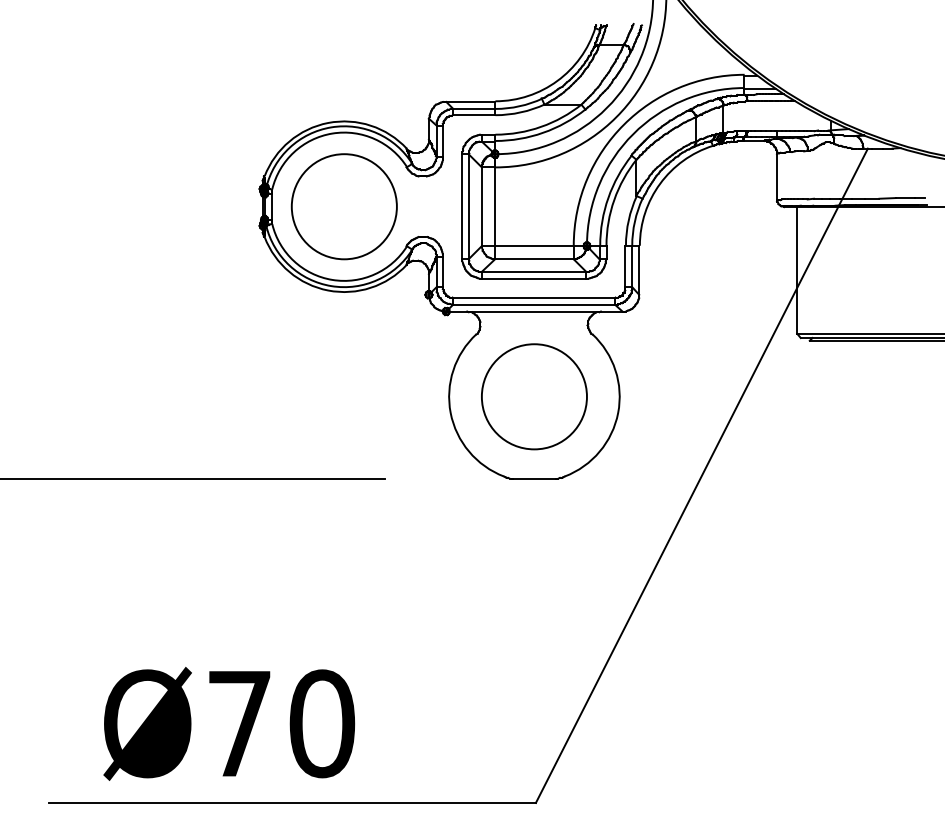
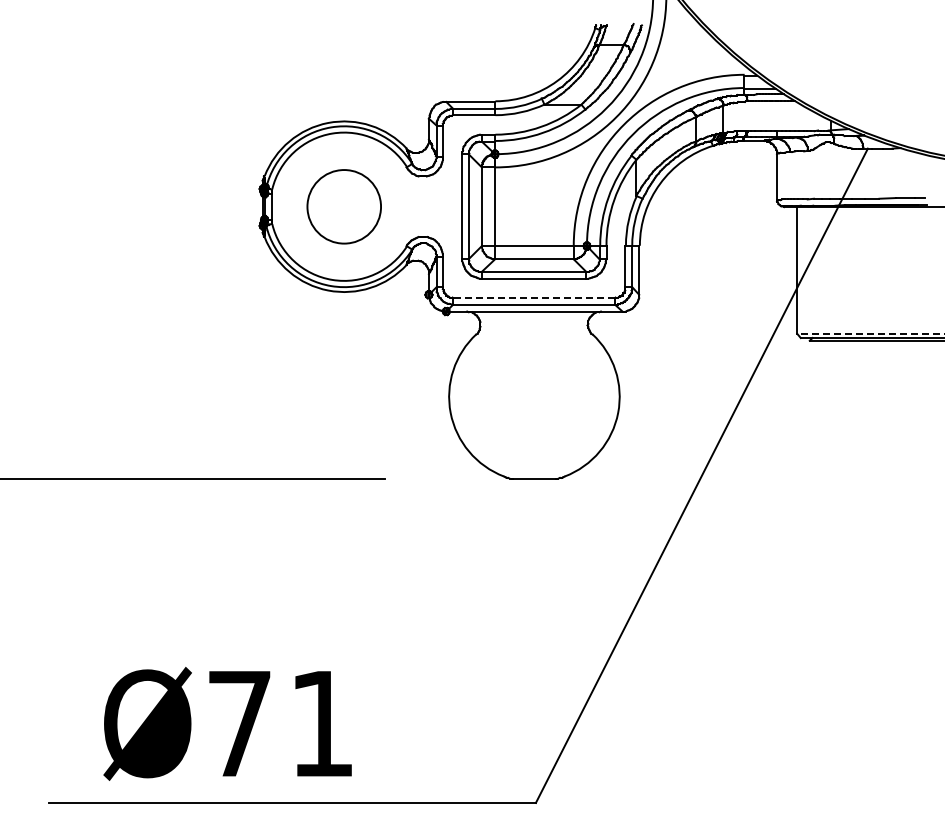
part at (343, 206) size: 108x108 px -> 76x76 px
line at (534, 298): solid -> dashed
line at (870, 333): solid -> dashed
part at (534, 396): present -> none
text at (322, 723): Ø70 -> Ø71
